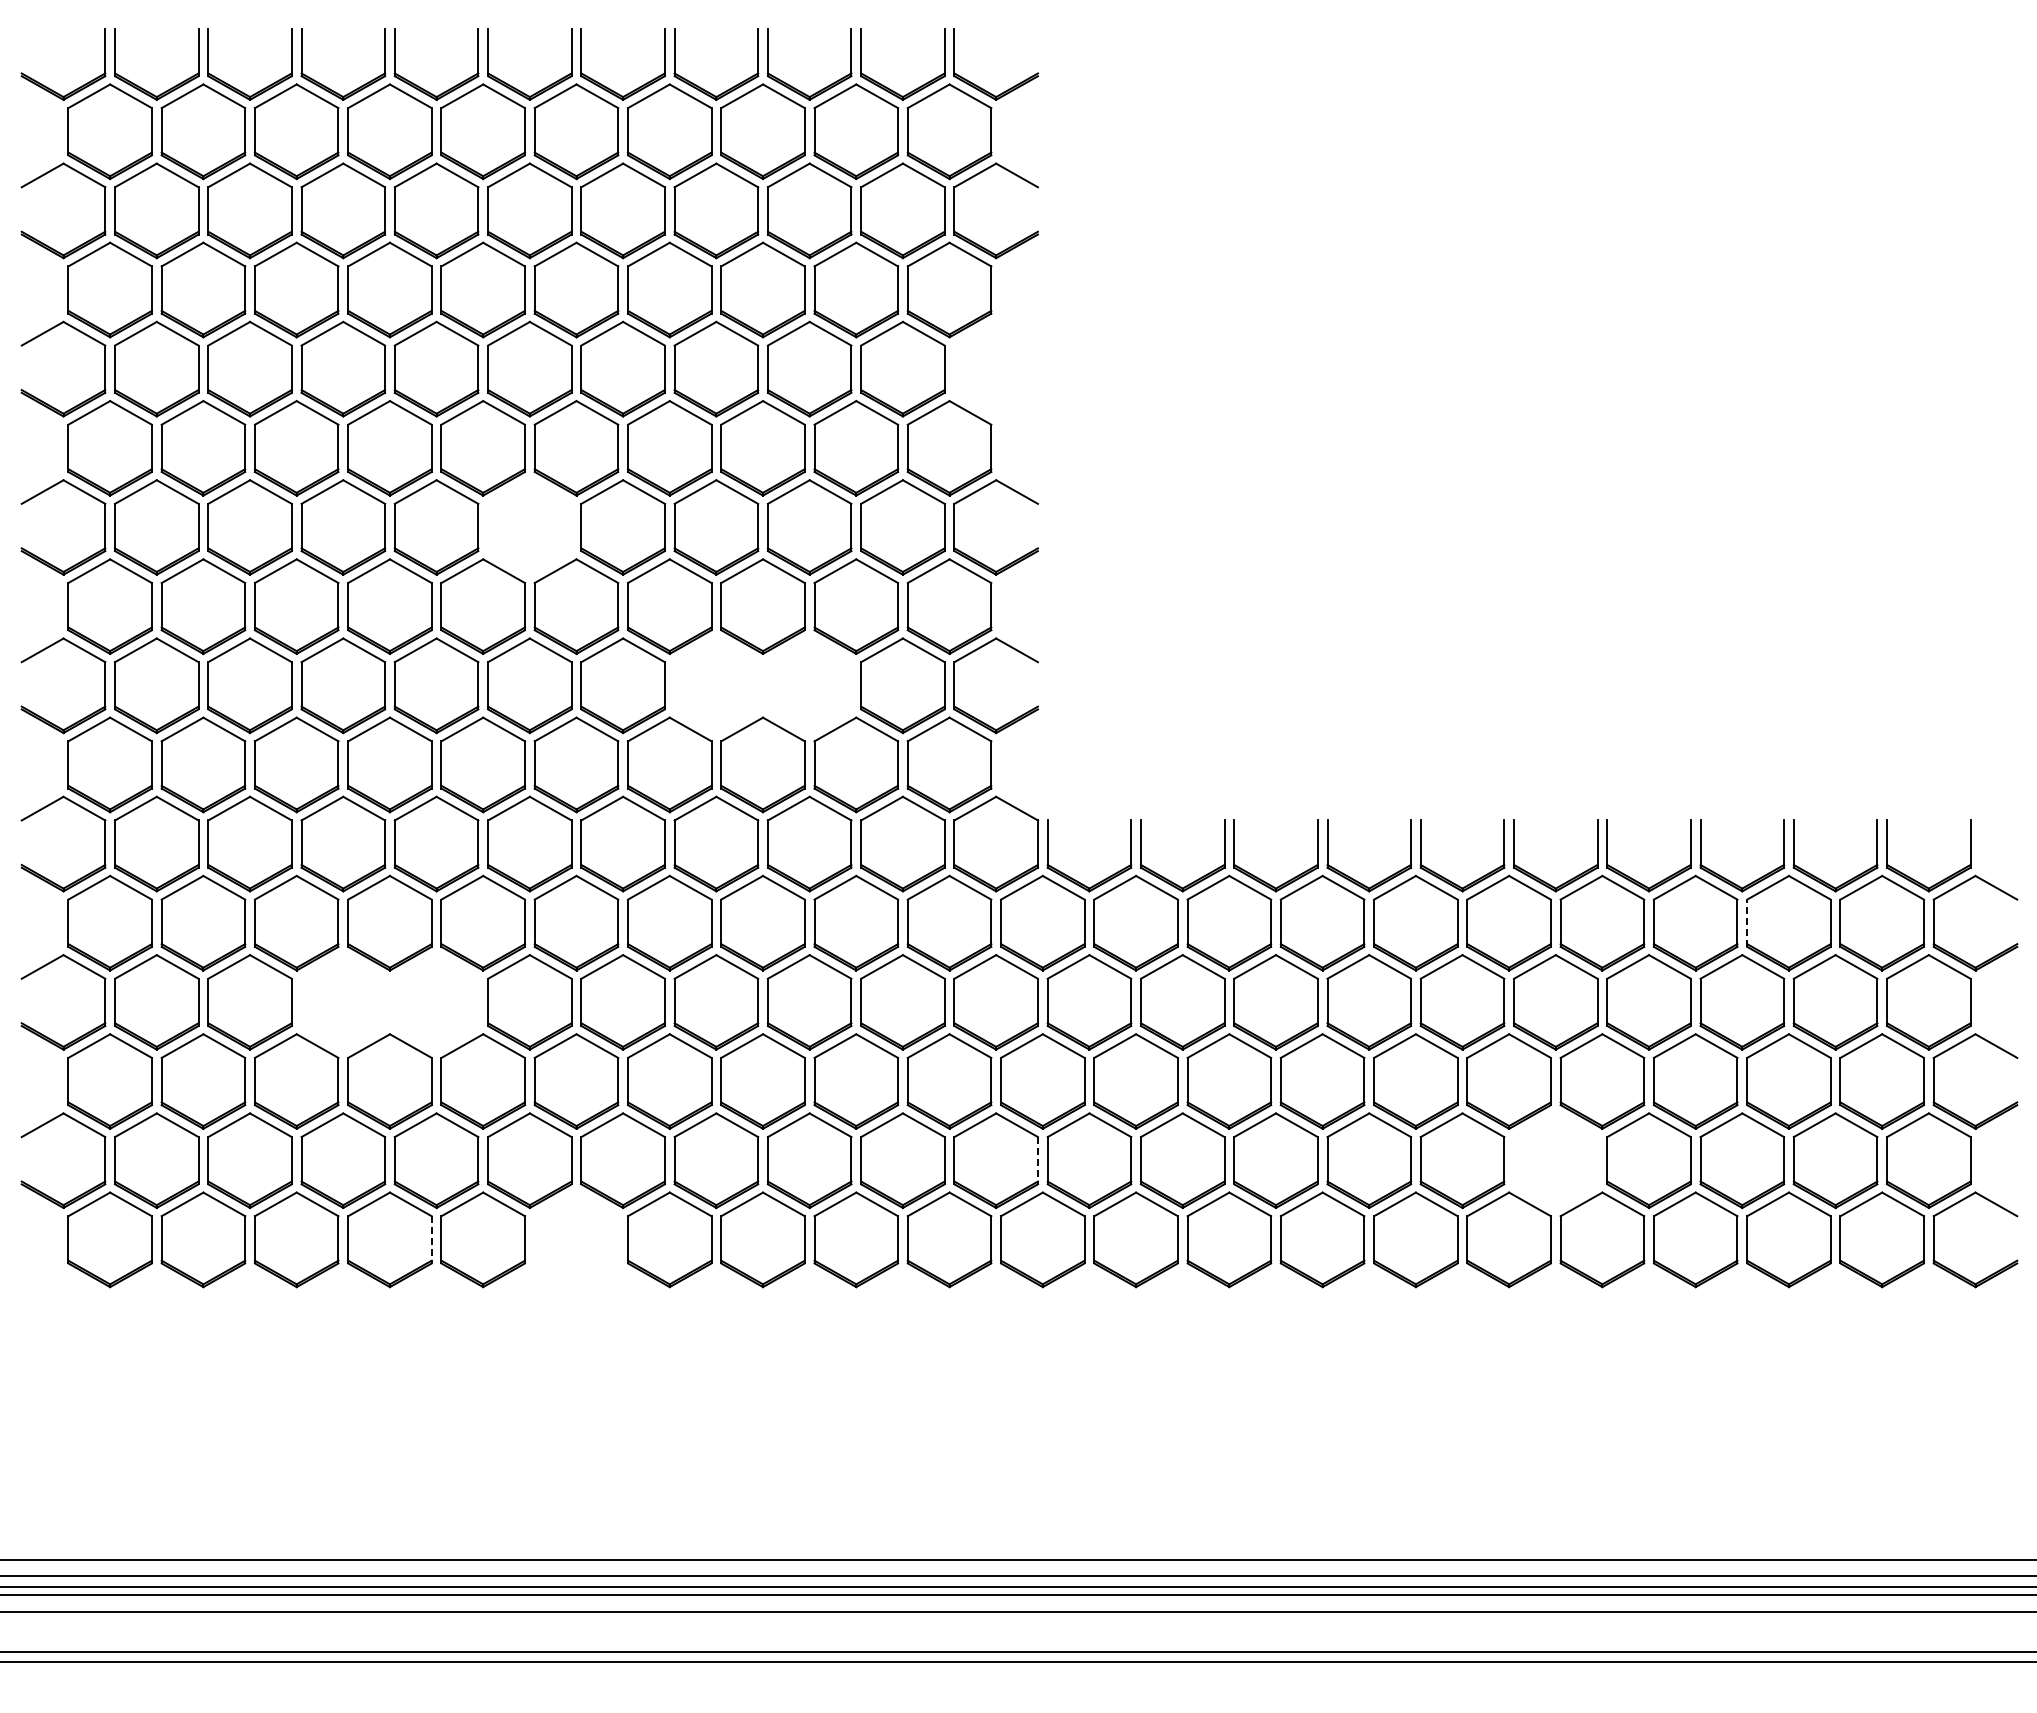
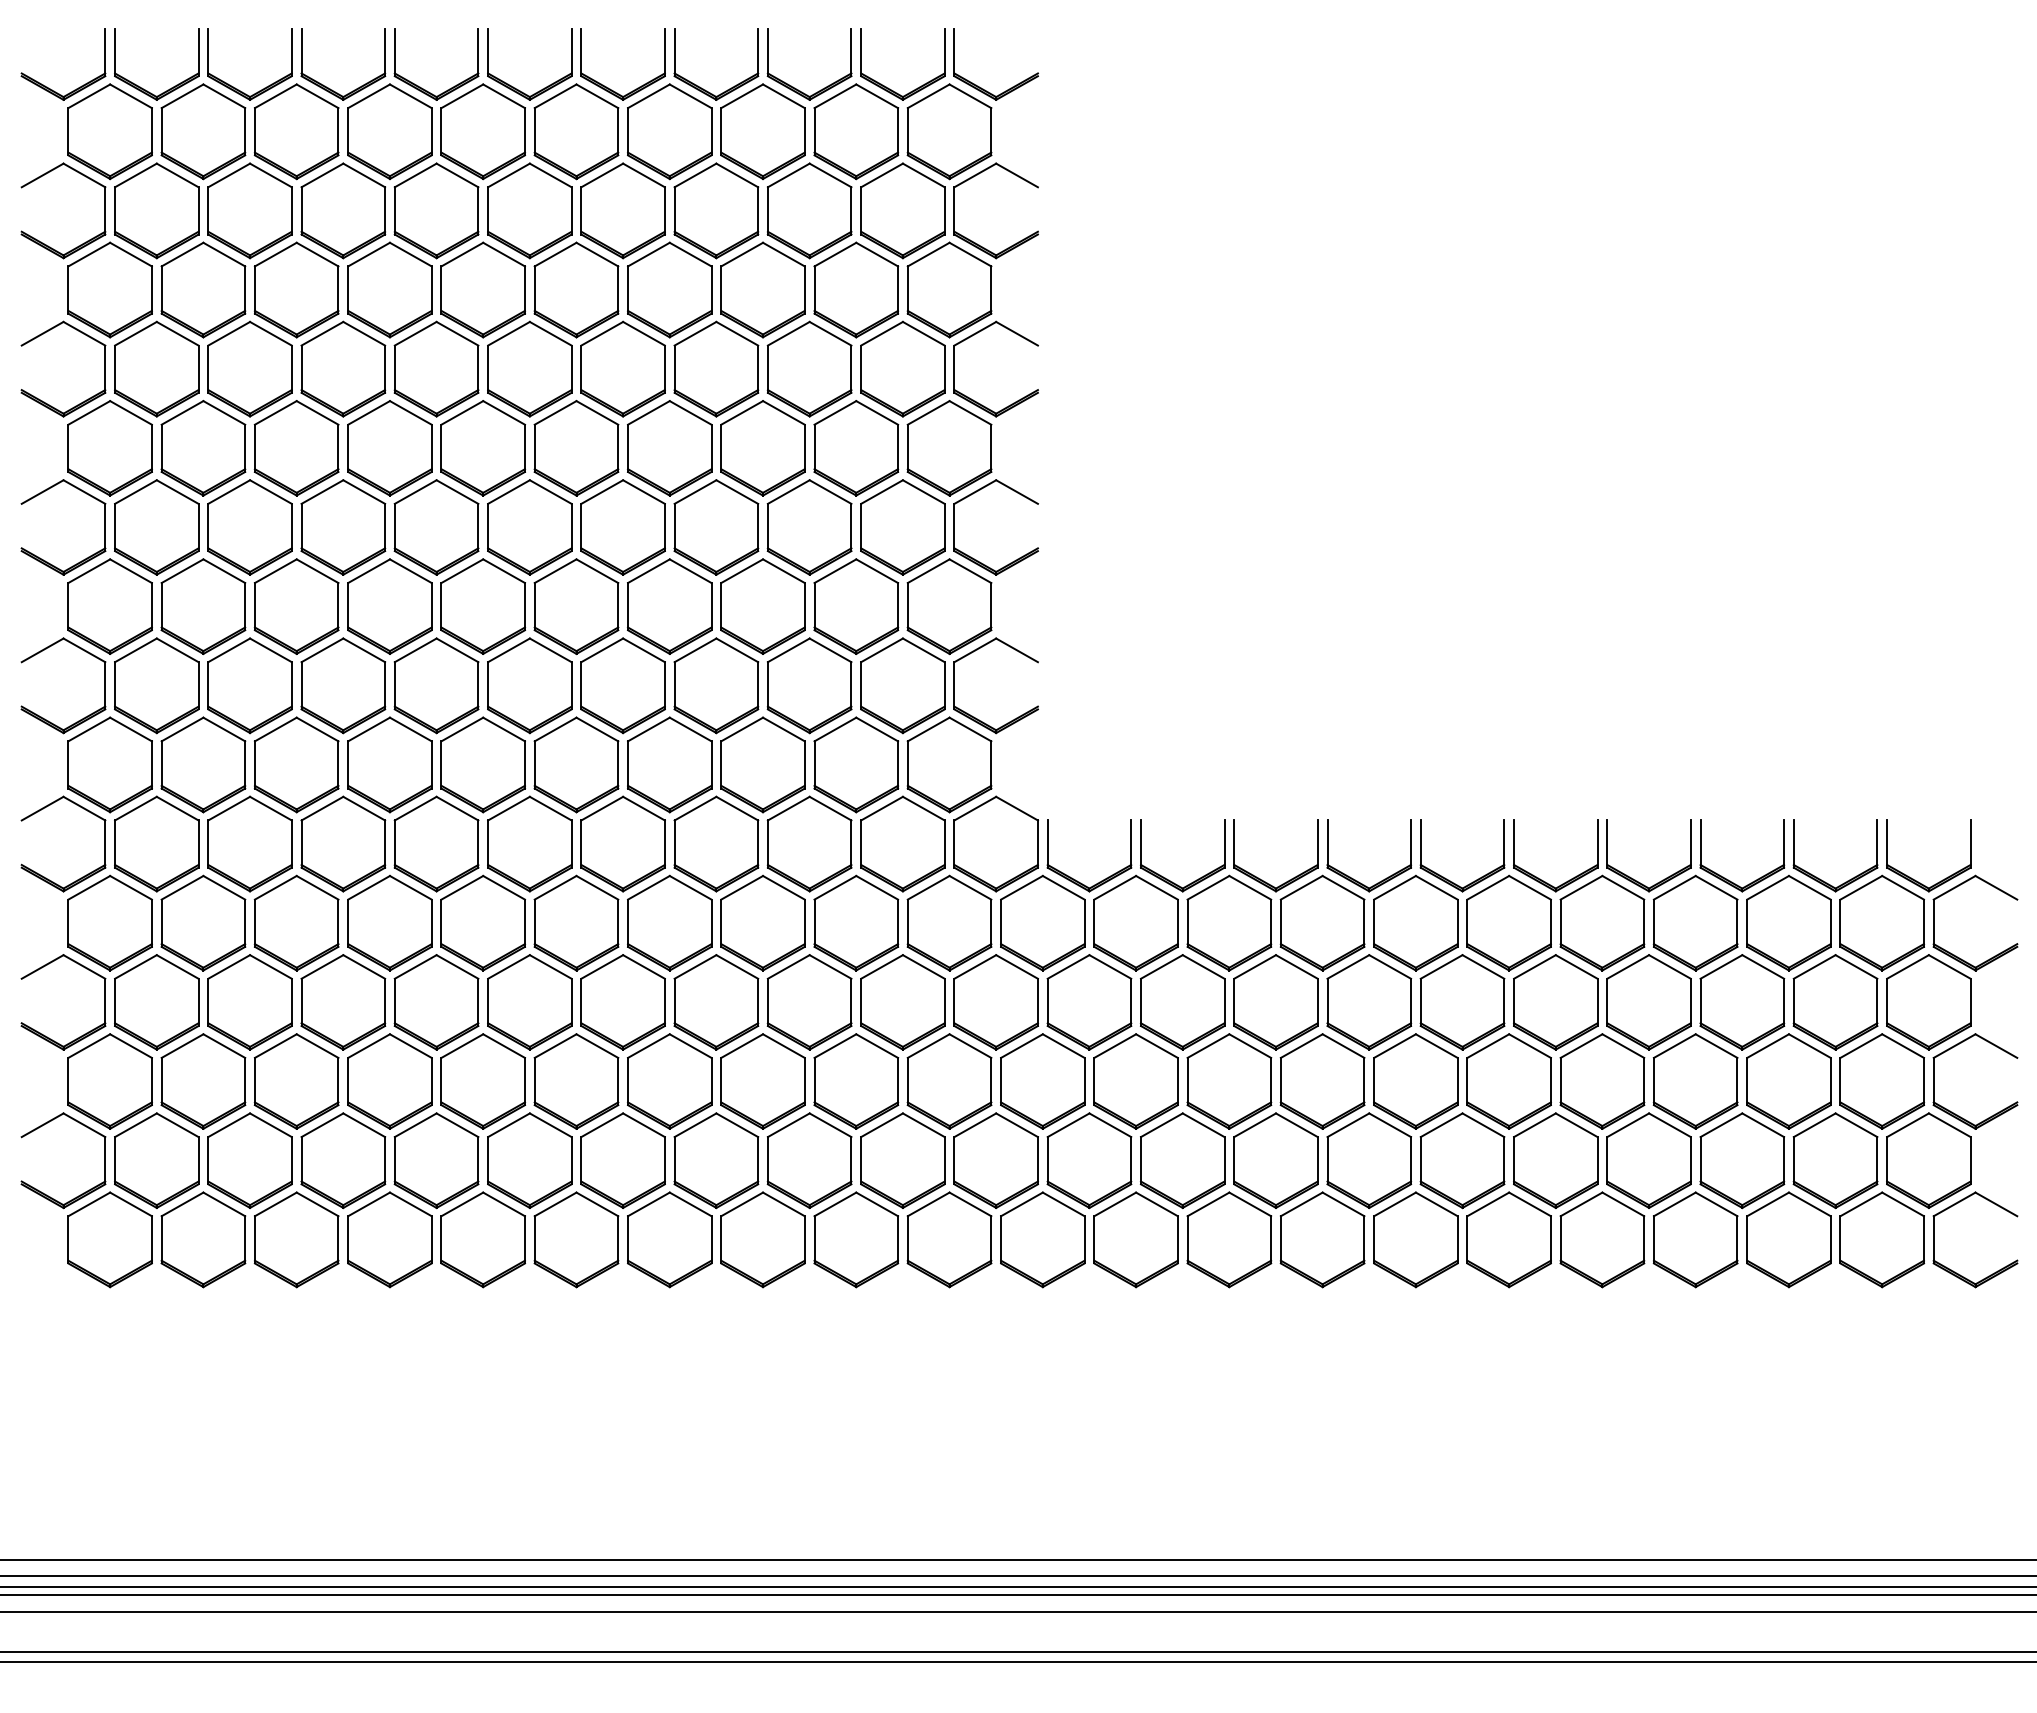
part at (975, 400): none -> present
part at (529, 527): none -> present
part at (762, 685): none -> present
line at (1747, 923): dashed -> solid
part at (389, 1002): none -> present
line at (1037, 1160): dashed -> solid
part at (1555, 1160): none -> present
line at (431, 1239): dashed -> solid
part at (576, 1239): none -> present
